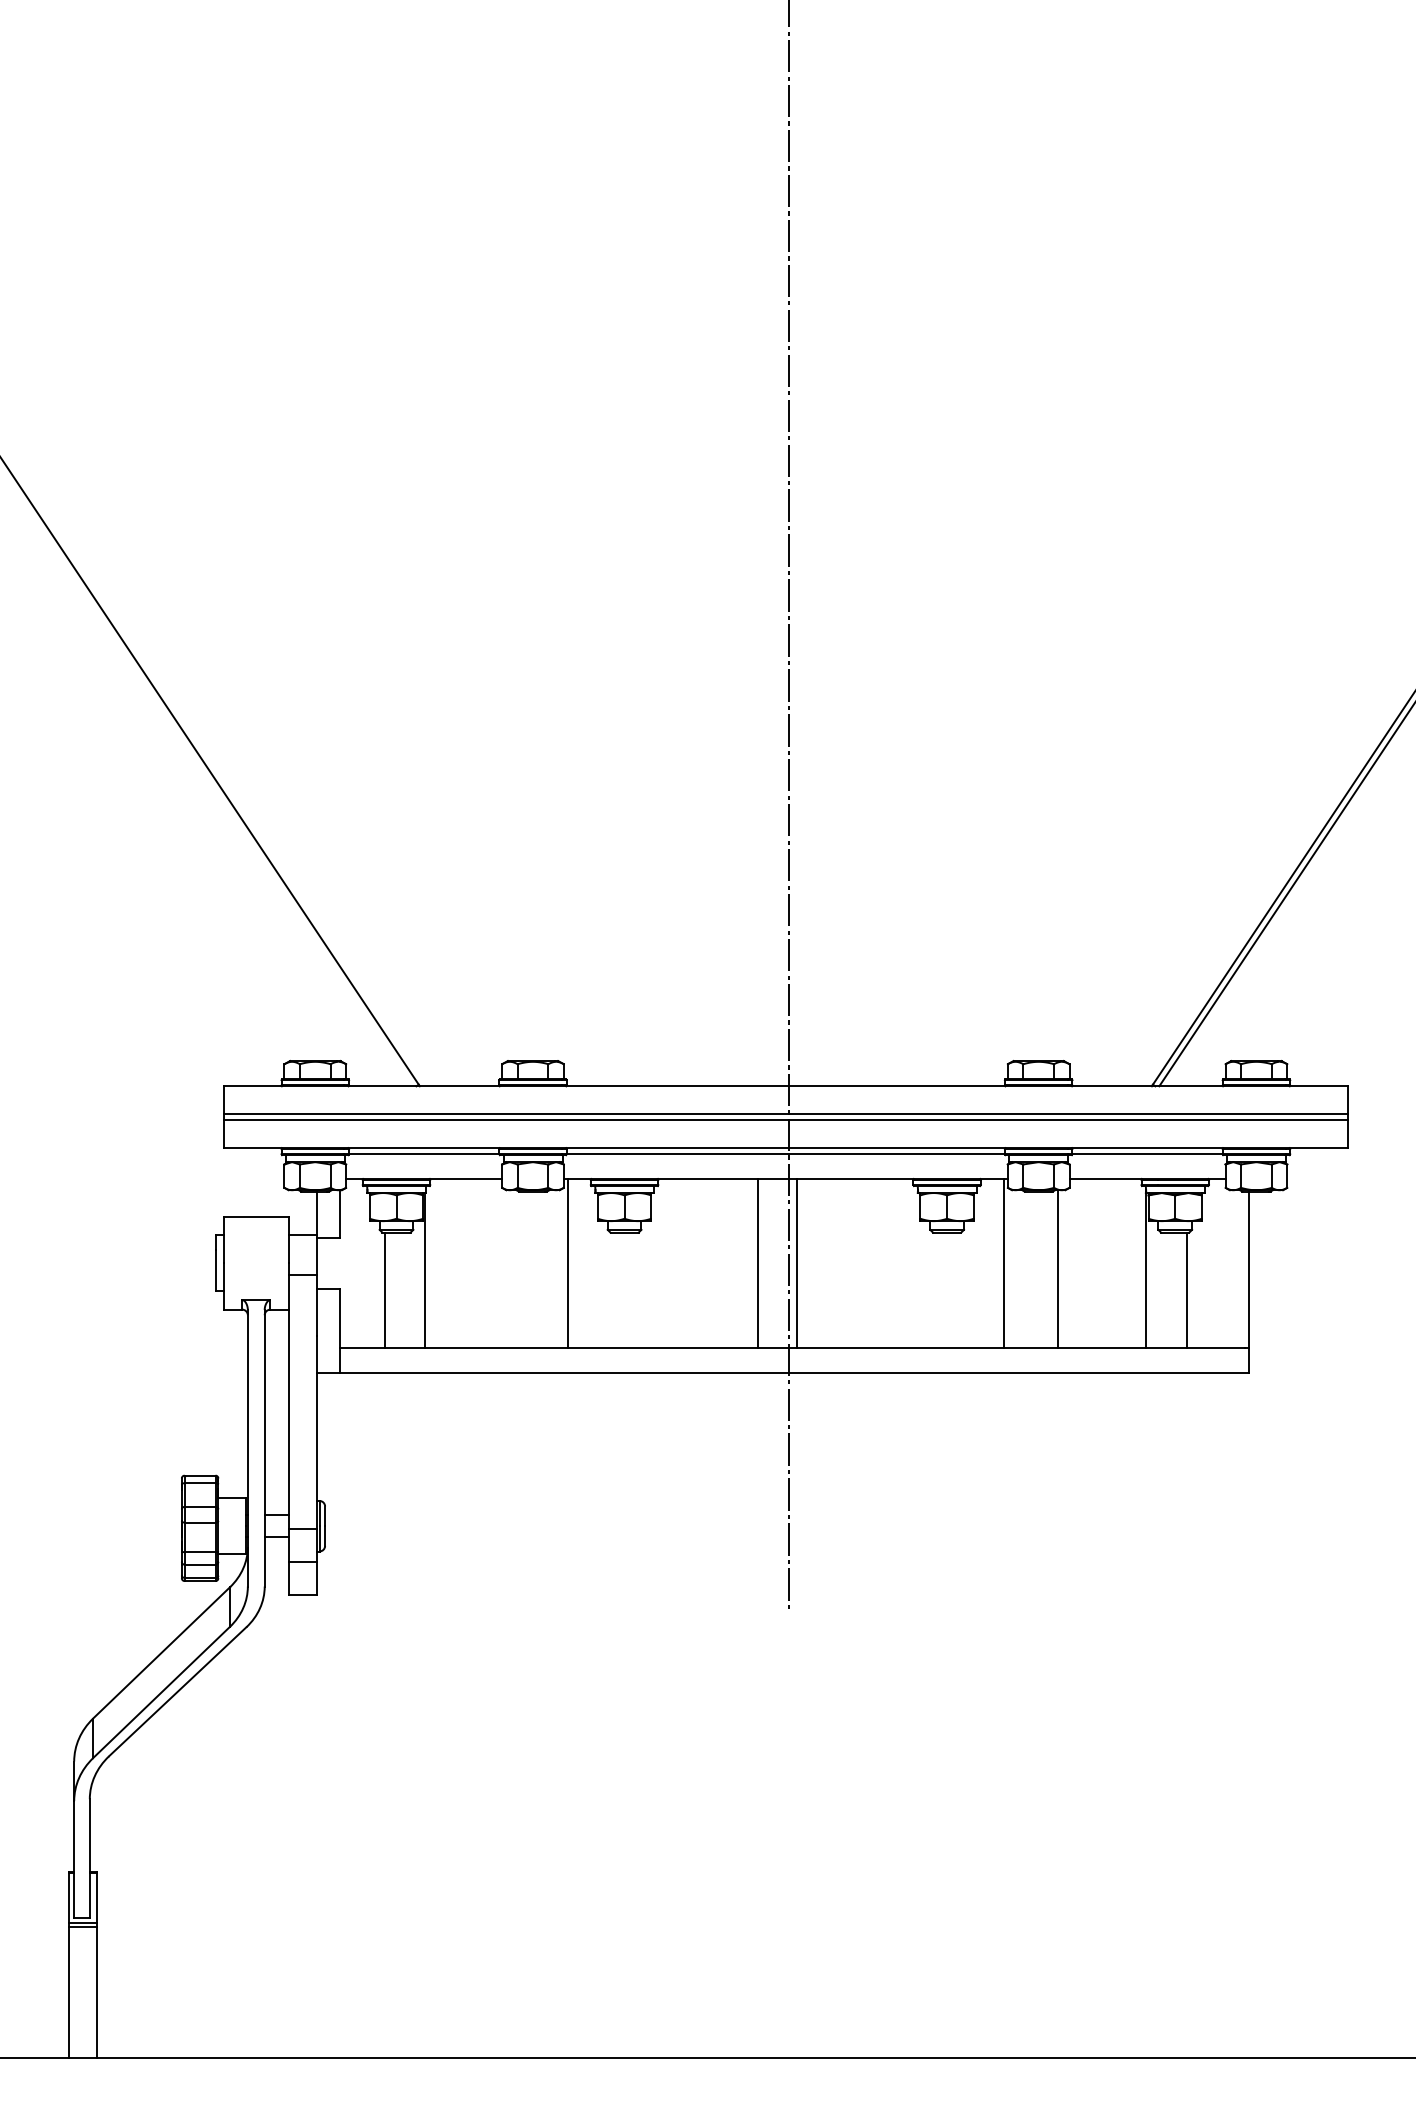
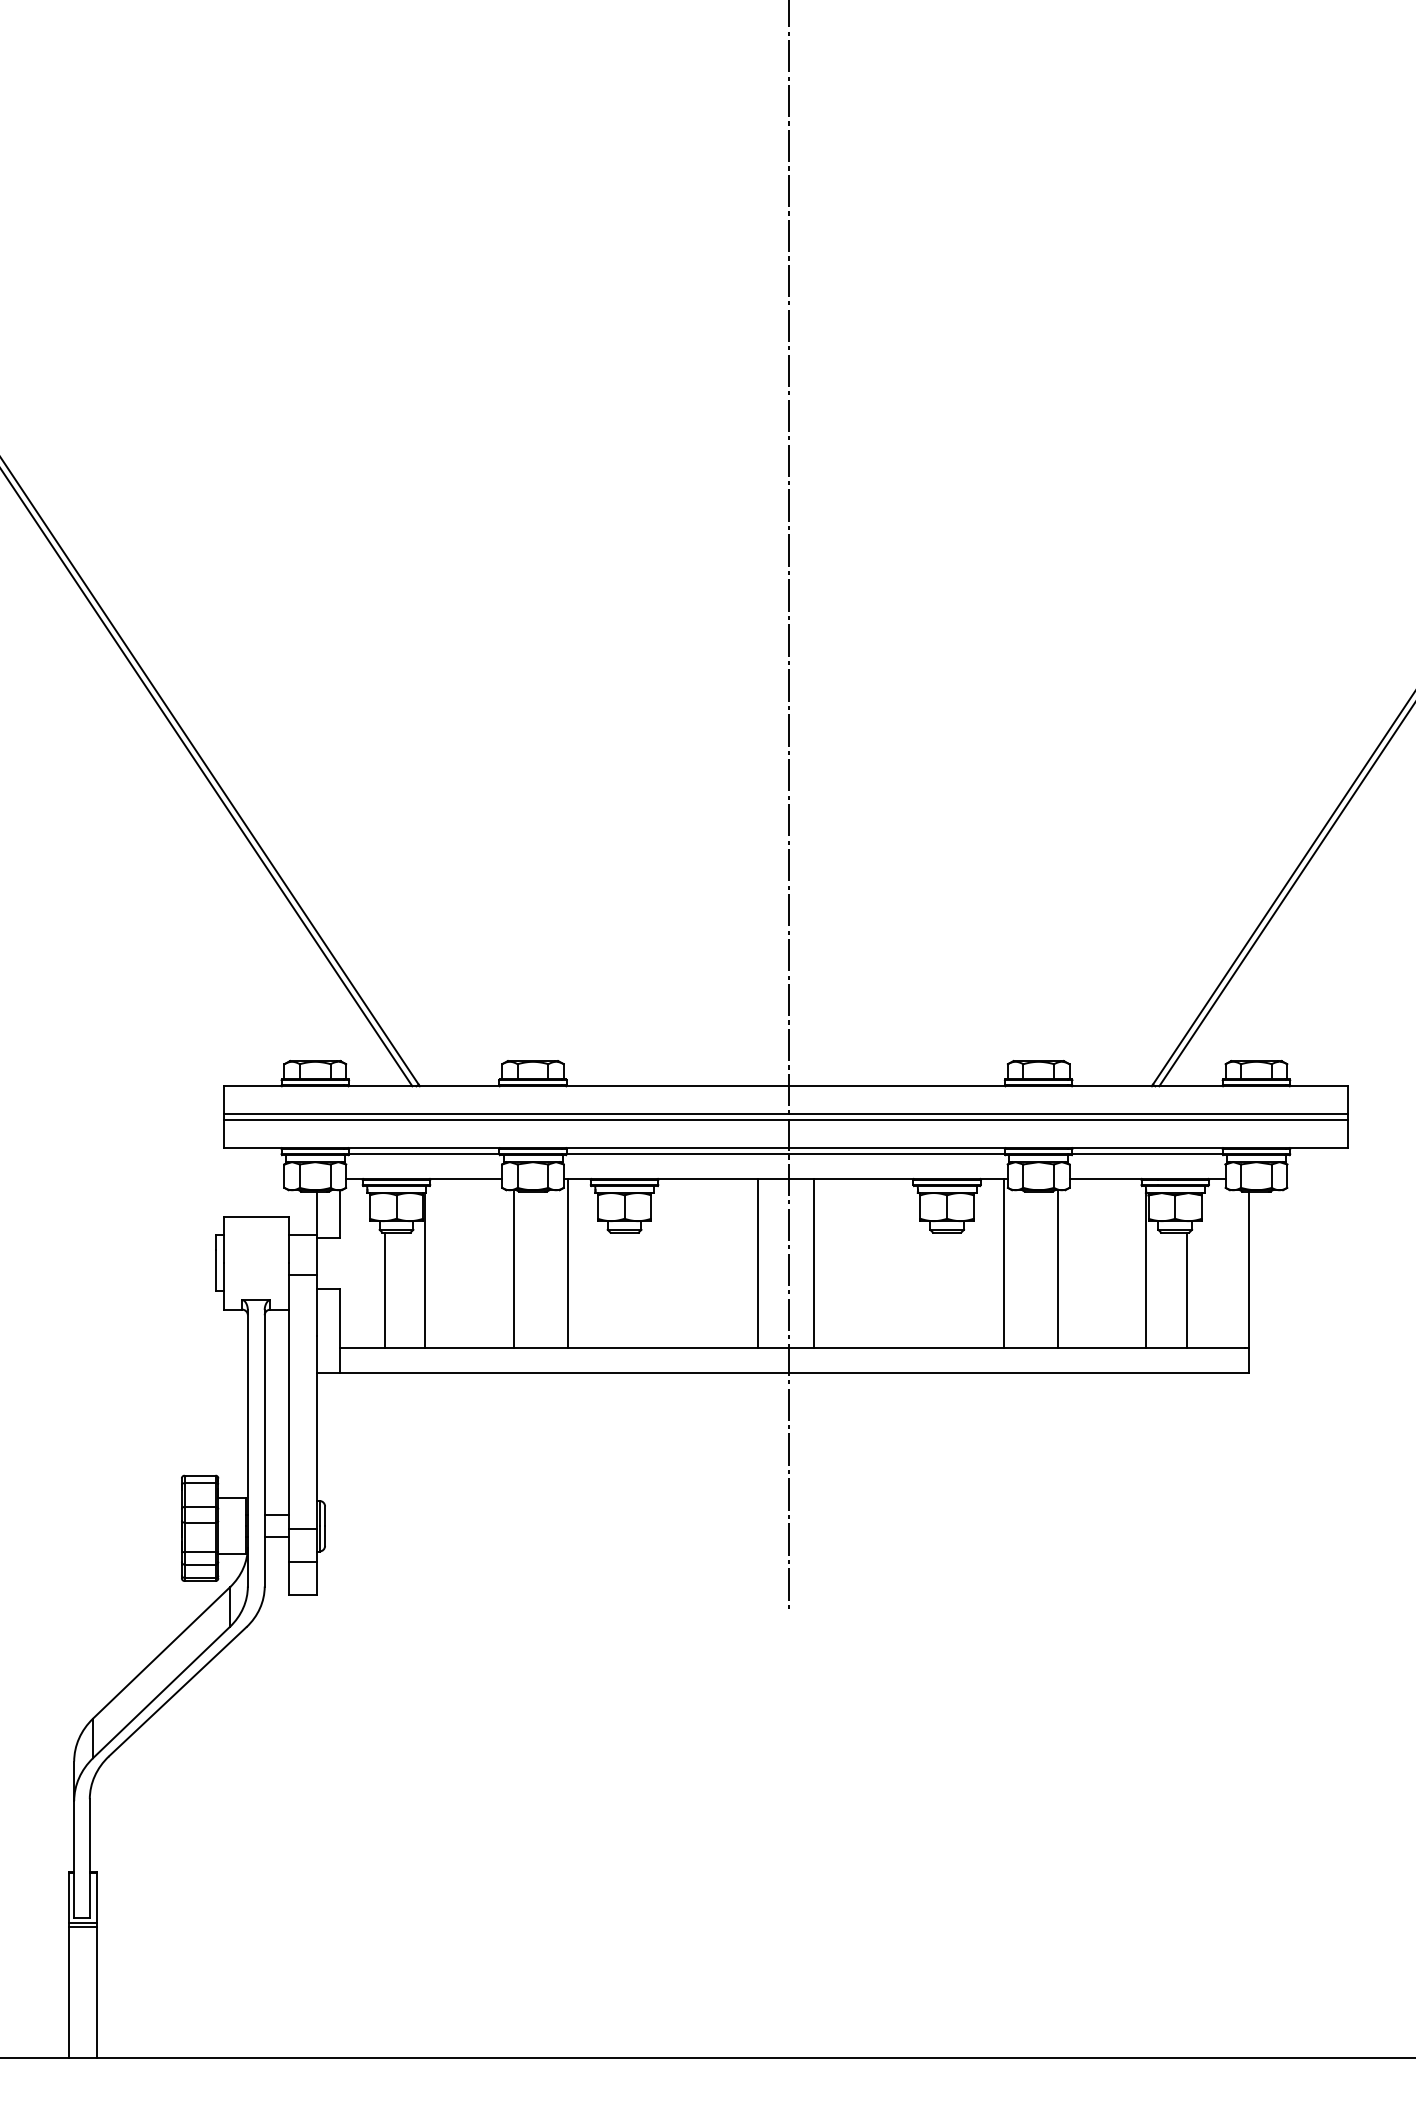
line at (207, 778): none -> present
line at (796, 1263) position: (796, 1263) -> (813, 1263)
line at (513, 1268): none -> present
